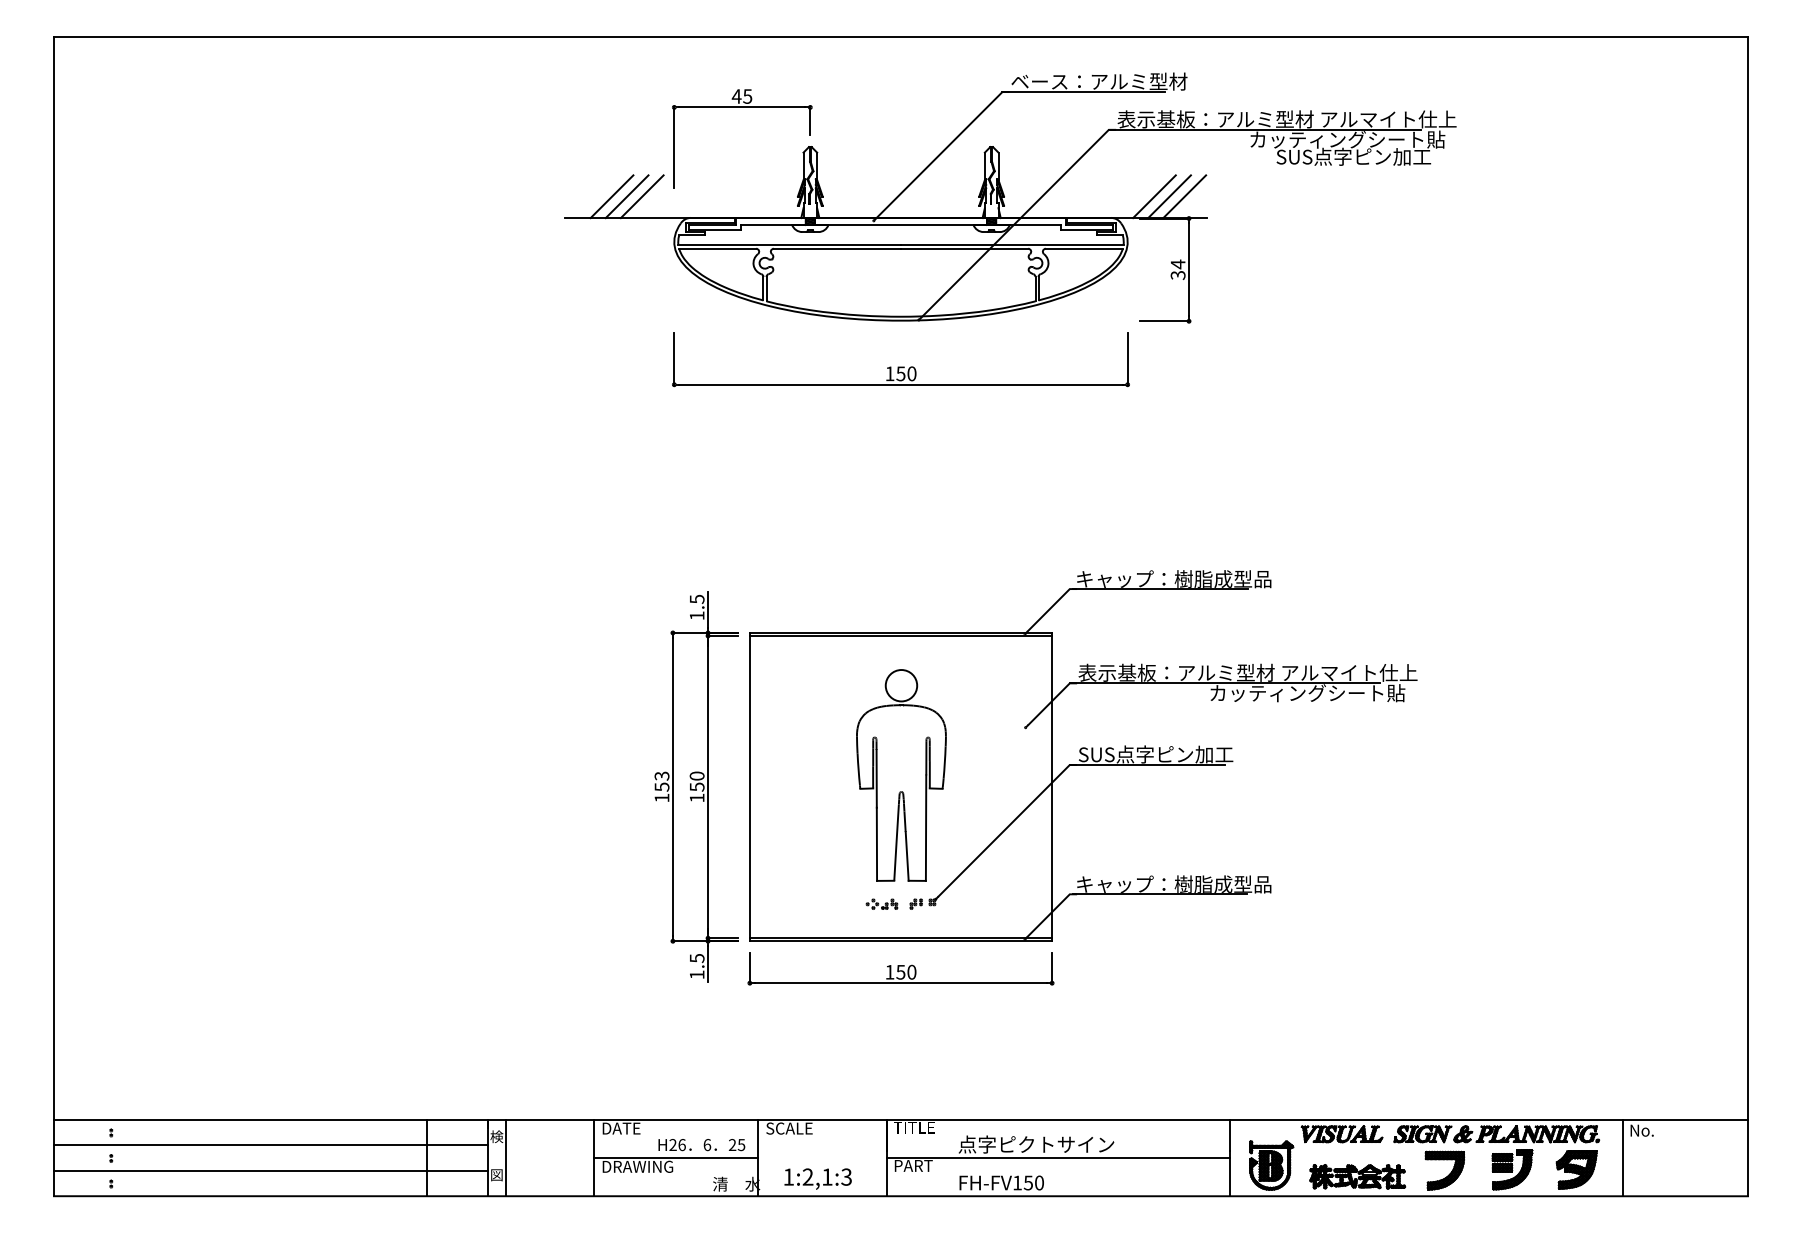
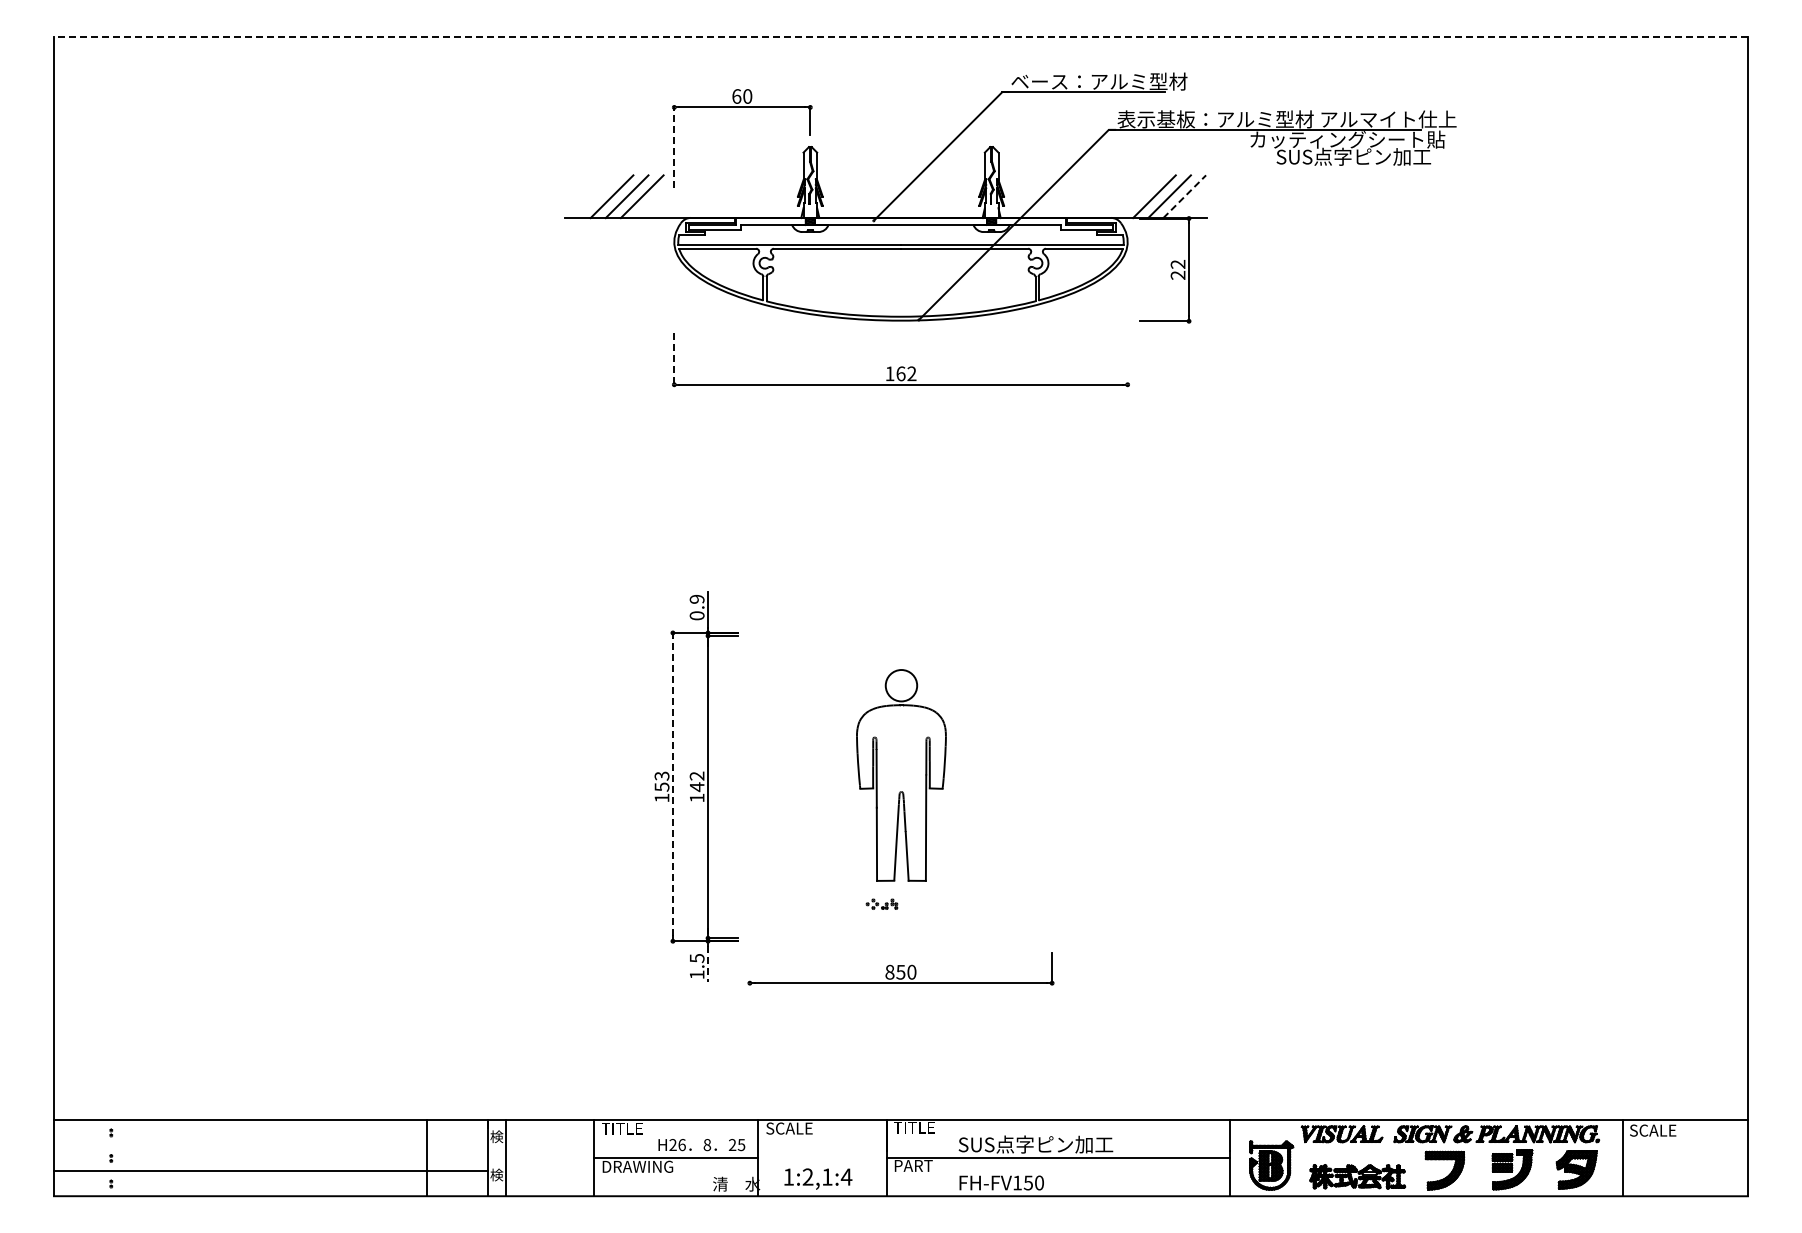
line at (901, 36): solid -> dashed
text at (741, 96): 45 -> 60
line at (674, 146): solid -> dashed
line at (1185, 196): solid -> dashed
text at (1177, 269): 34 -> 22
line at (1127, 358): present -> none
line at (674, 359): solid -> dashed
text at (906, 373): 150 -> 162
text at (696, 607): 1.5 -> 0.9
part at (1083, 755): present -> none
text at (696, 781): 150 -> 142
line at (672, 786): solid -> dashed
line at (708, 964): solid -> dashed
line at (749, 968): present -> none
text at (889, 971): 150 -> 850
text at (622, 1128): DATE -> TITLE
text at (1653, 1130): No. -> SCALE
text at (707, 1144): 6 -> 8
text at (1036, 1144): 点字ピクトサイン -> SUS点字ピン加工
line at (270, 1145): present -> none
text at (496, 1174): 図 -> 検
text at (846, 1176): 1:2,1:3 -> 1:2,1:4
